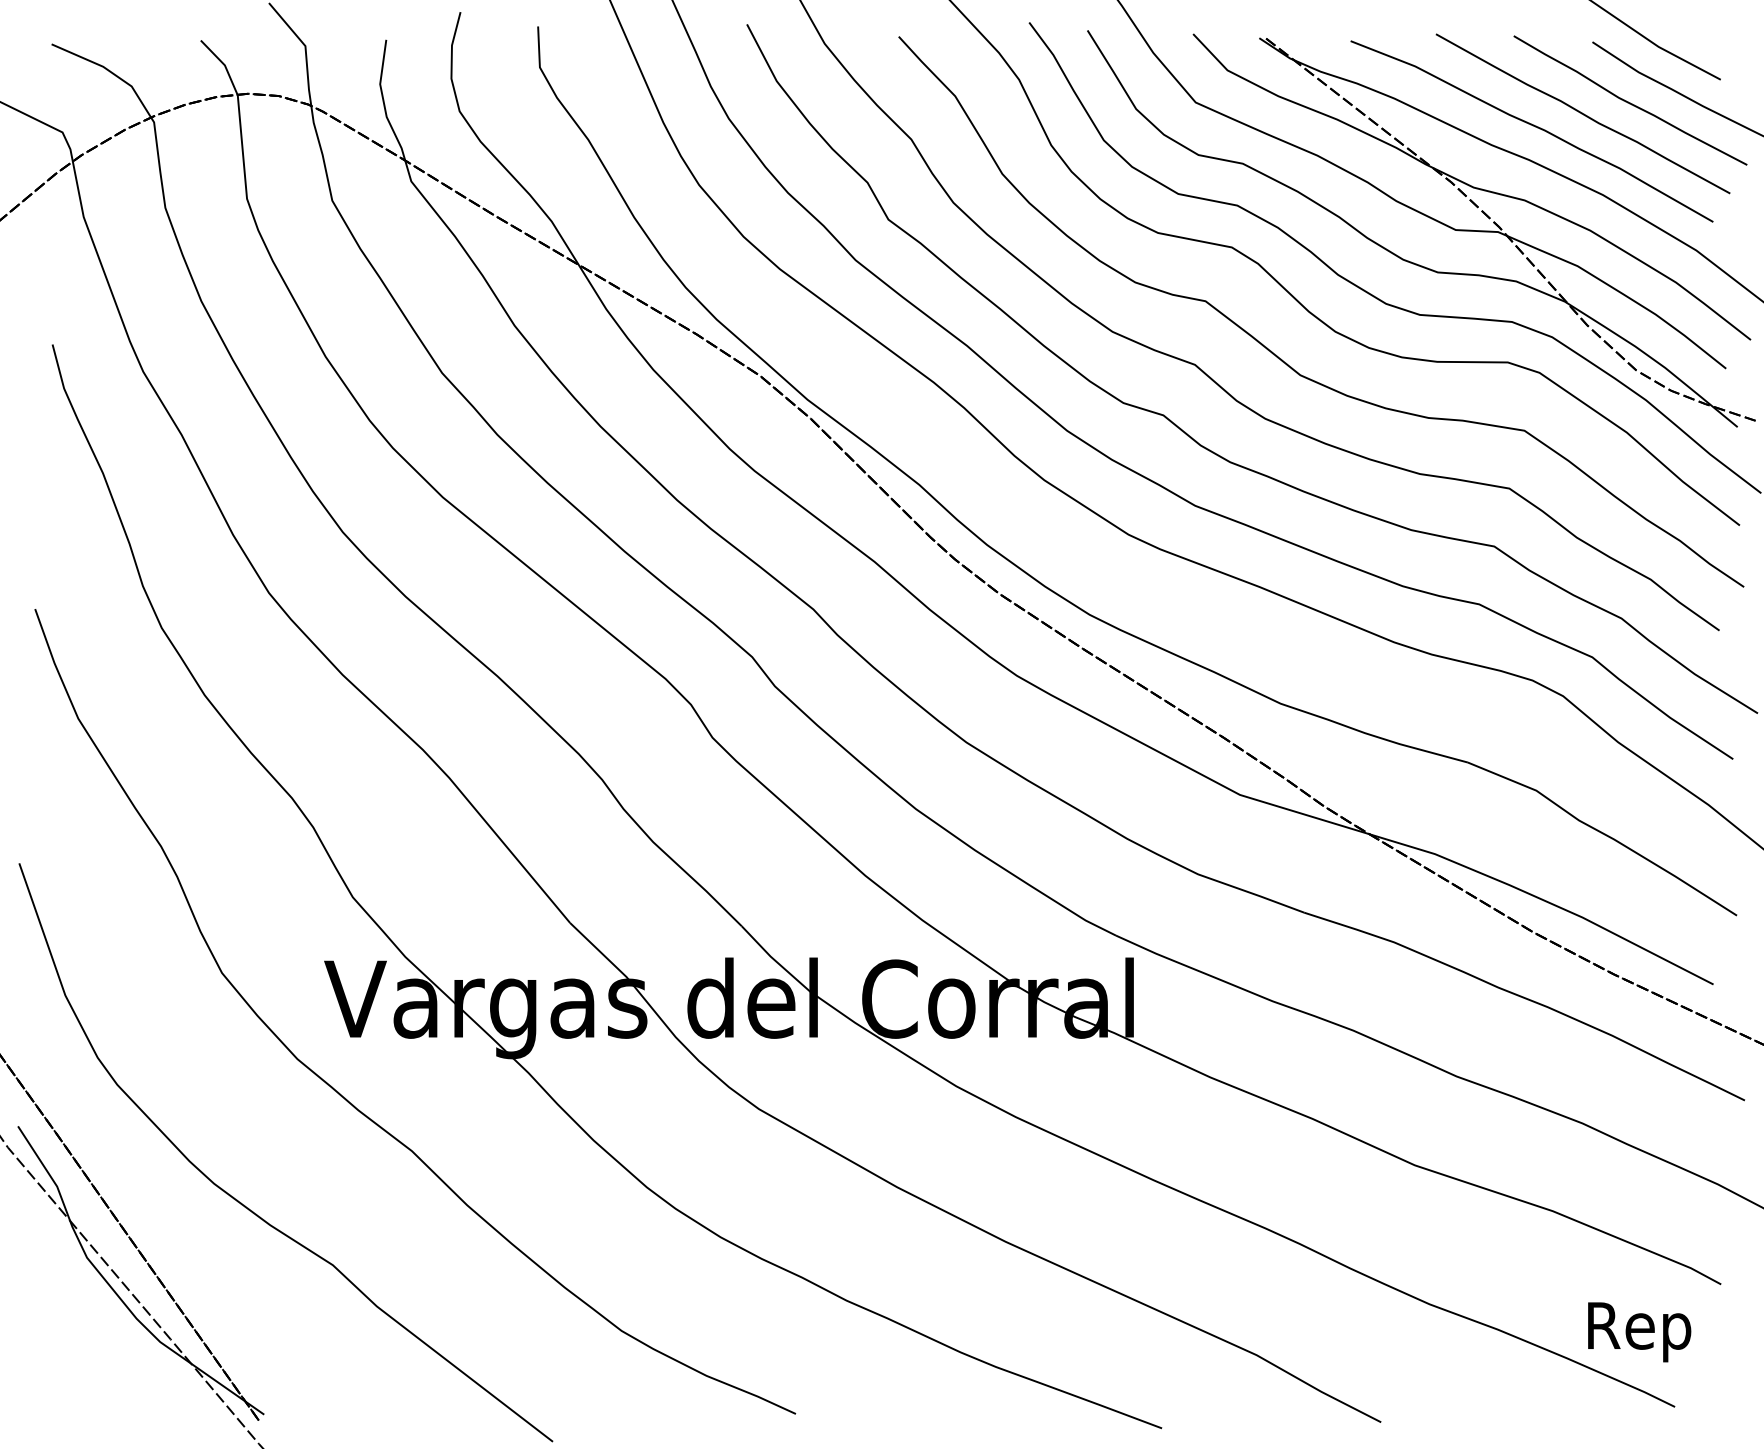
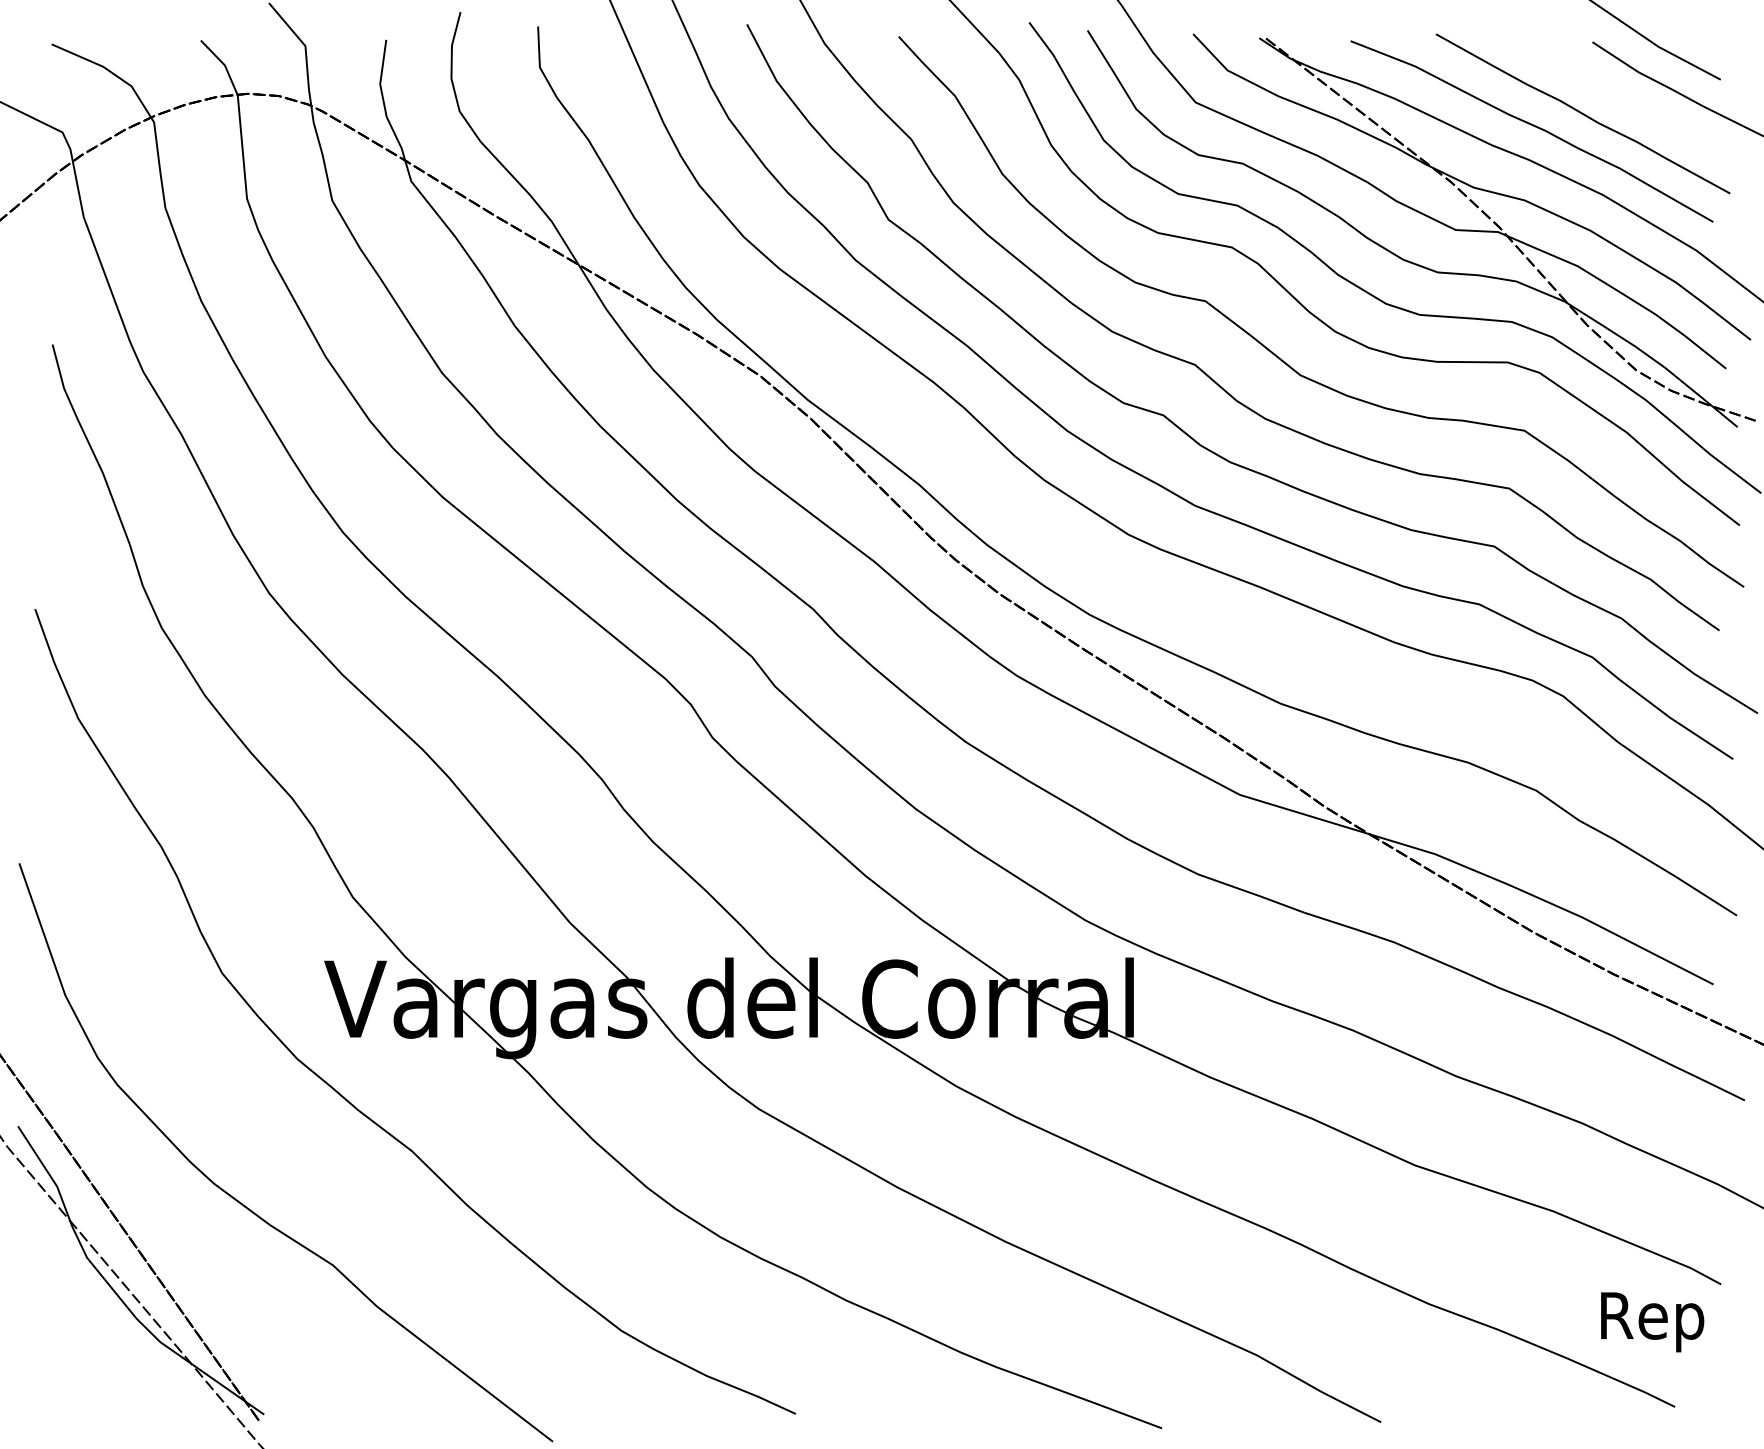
curve at (1630, 102): present -> none
text at (1639, 1332) position: (1639, 1332) -> (1652, 1322)
